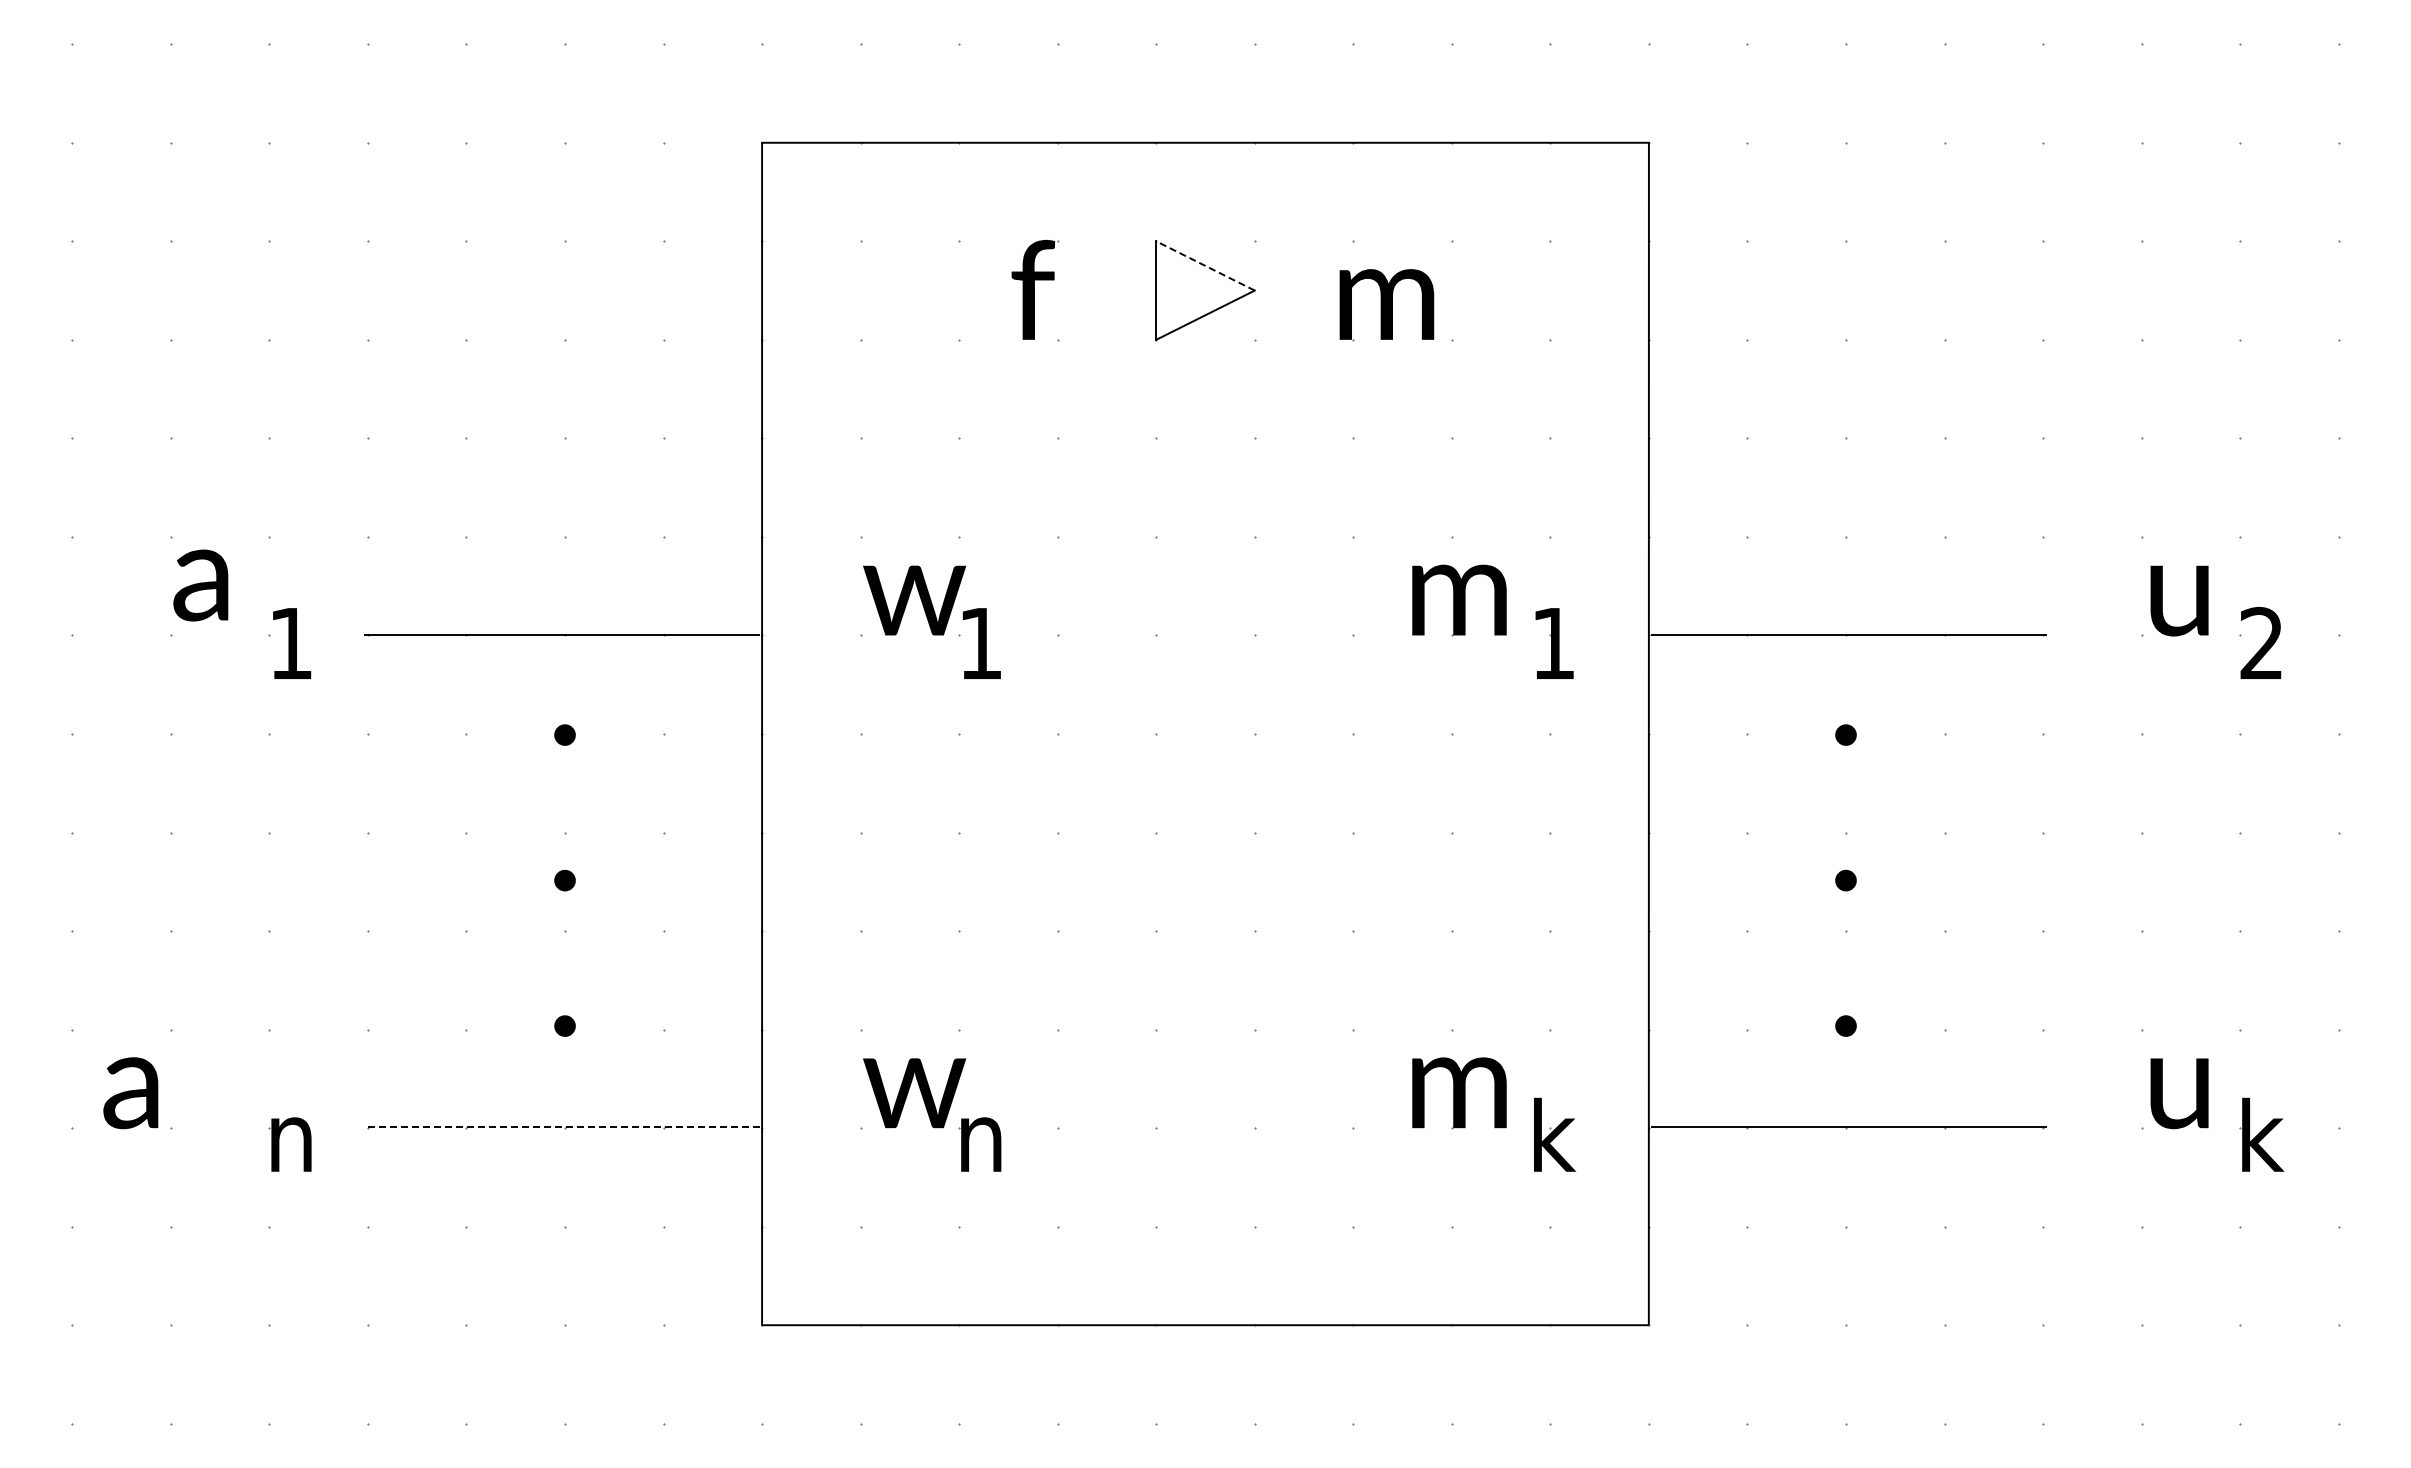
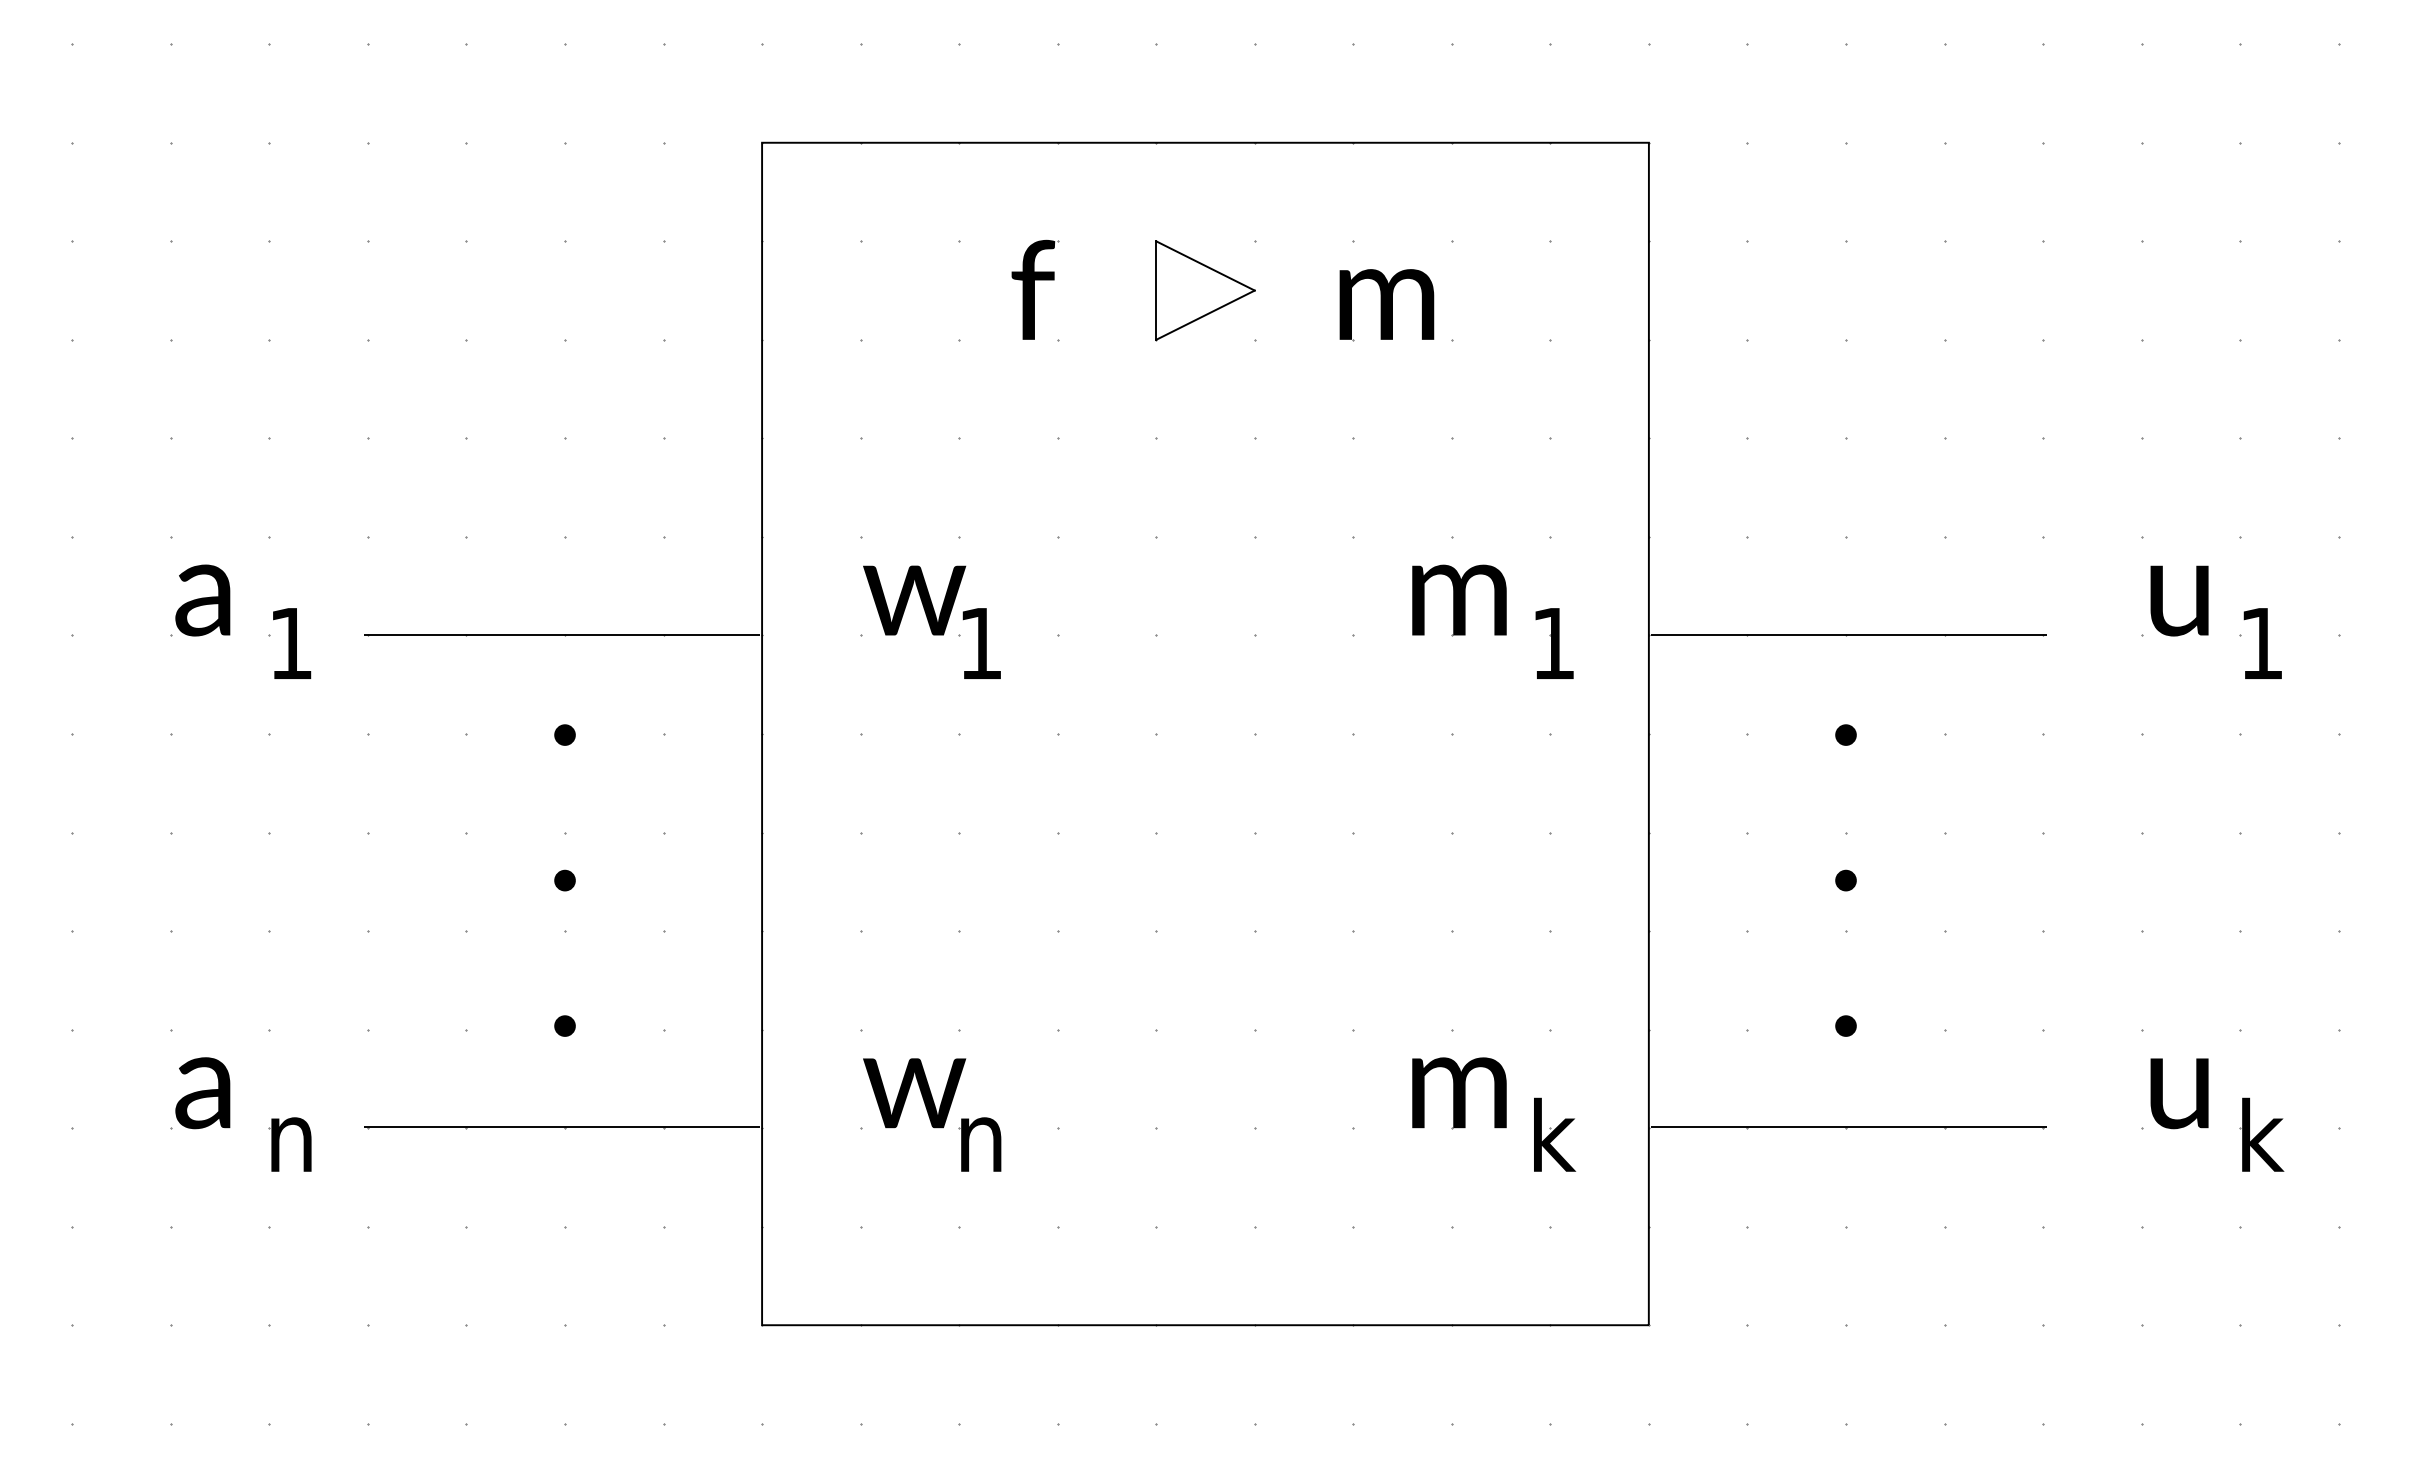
line at (1205, 265): dashed -> solid
text at (200, 585) position: (200, 585) -> (202, 600)
text at (2260, 642): 2 -> 1
text at (130, 1093) position: (130, 1093) -> (202, 1093)
line at (561, 1126): dashed -> solid
